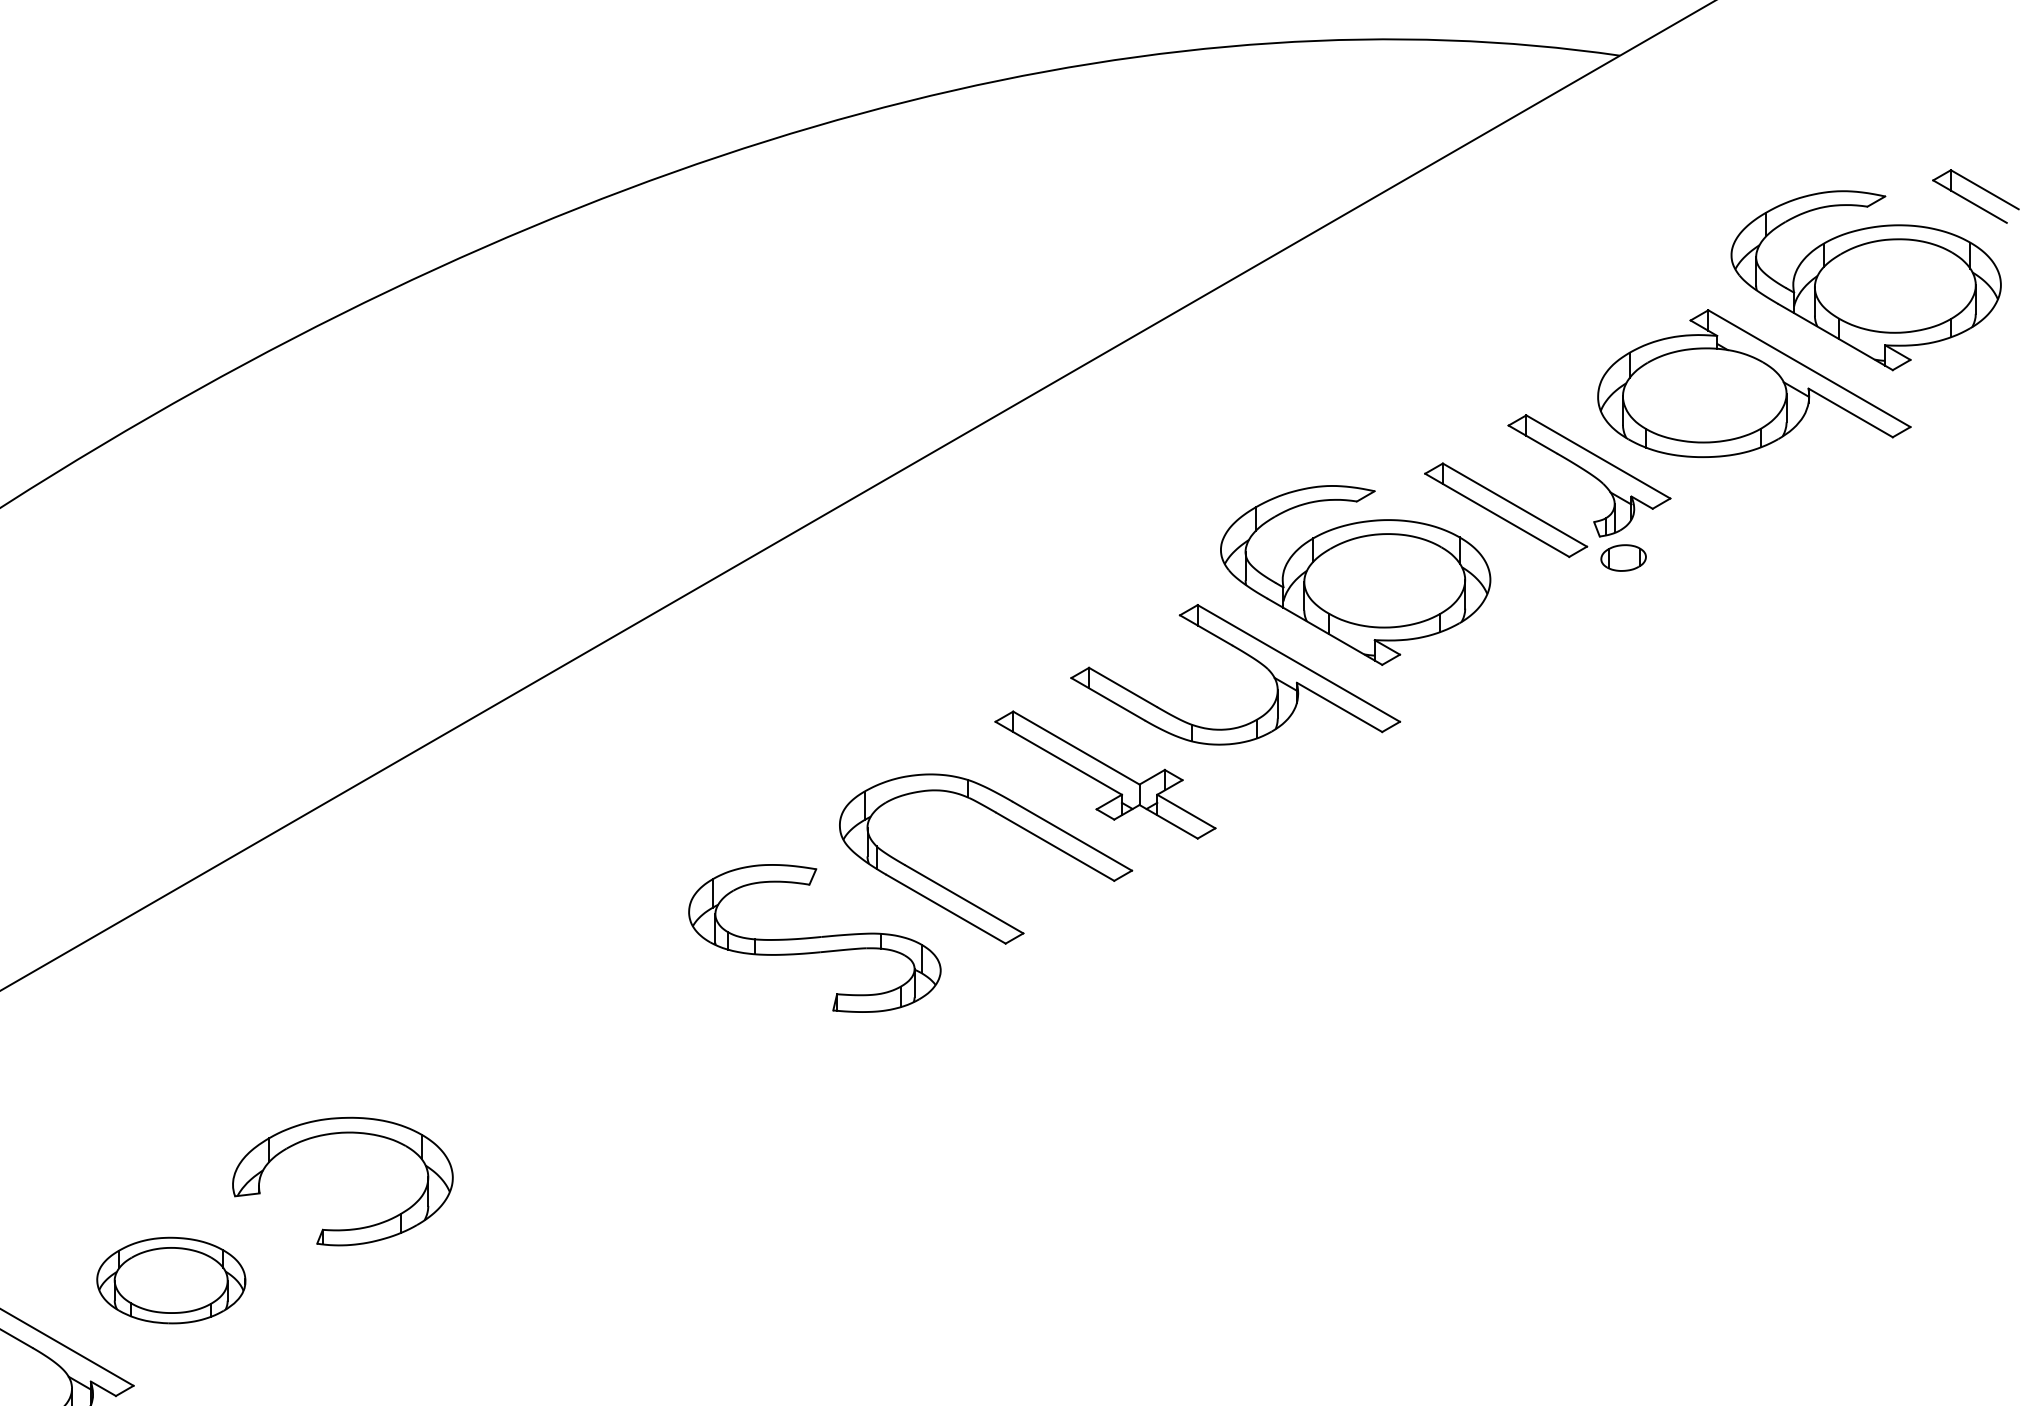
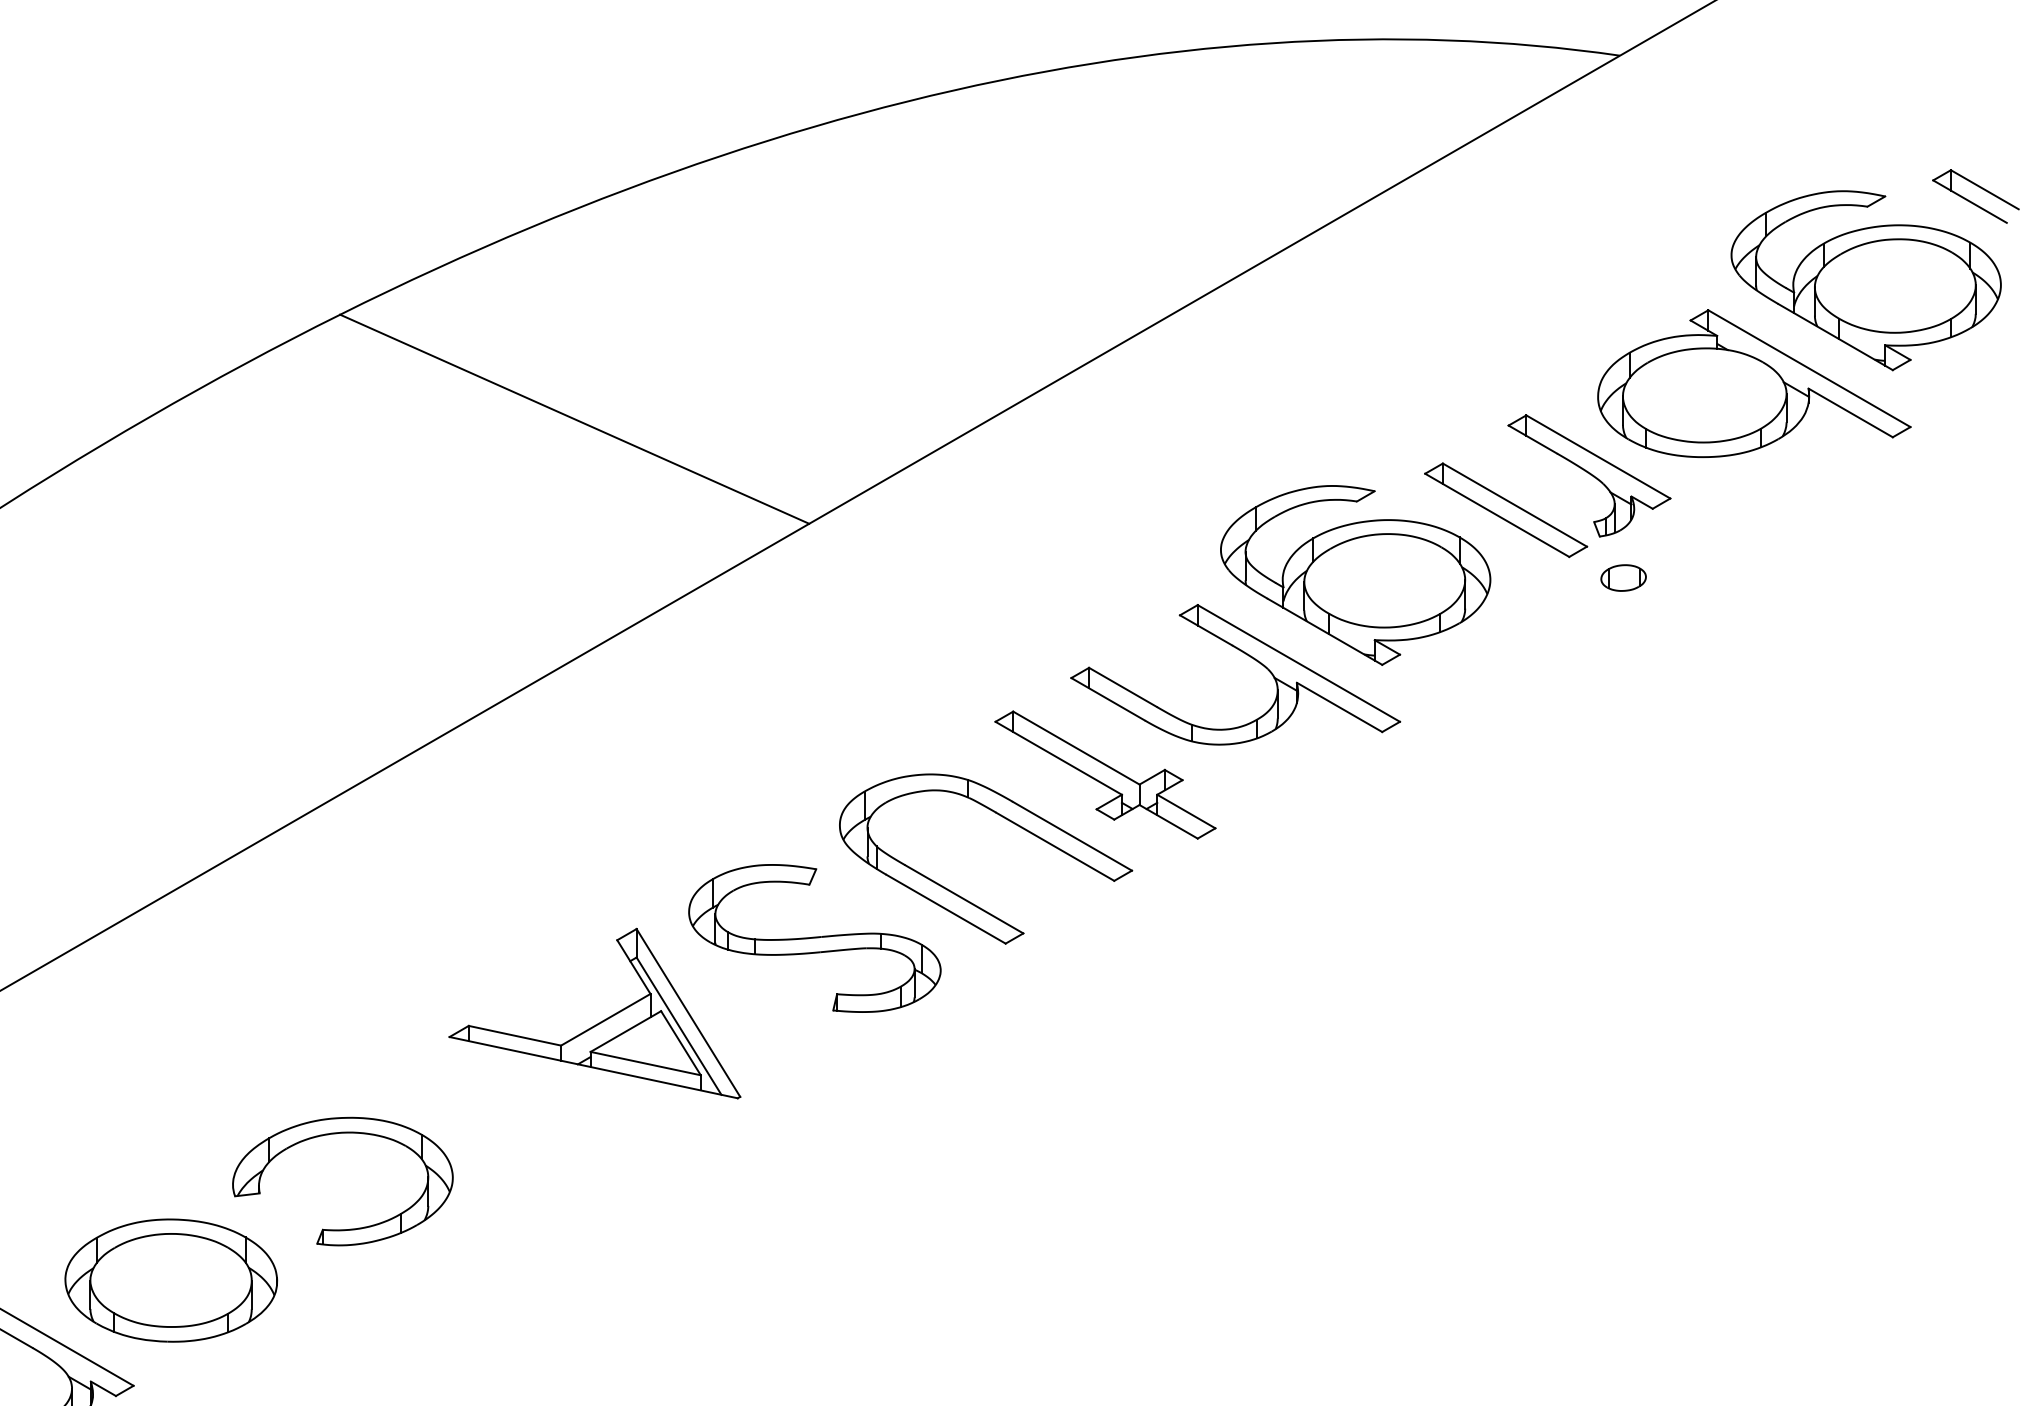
line at (574, 418): none -> present
part at (1623, 557) position: (1623, 557) -> (1623, 577)
part at (598, 1022): none -> present
part at (171, 1280) size: 151x89 px -> 215x125 px
